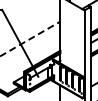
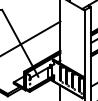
line at (31, 38): dashed -> solid
